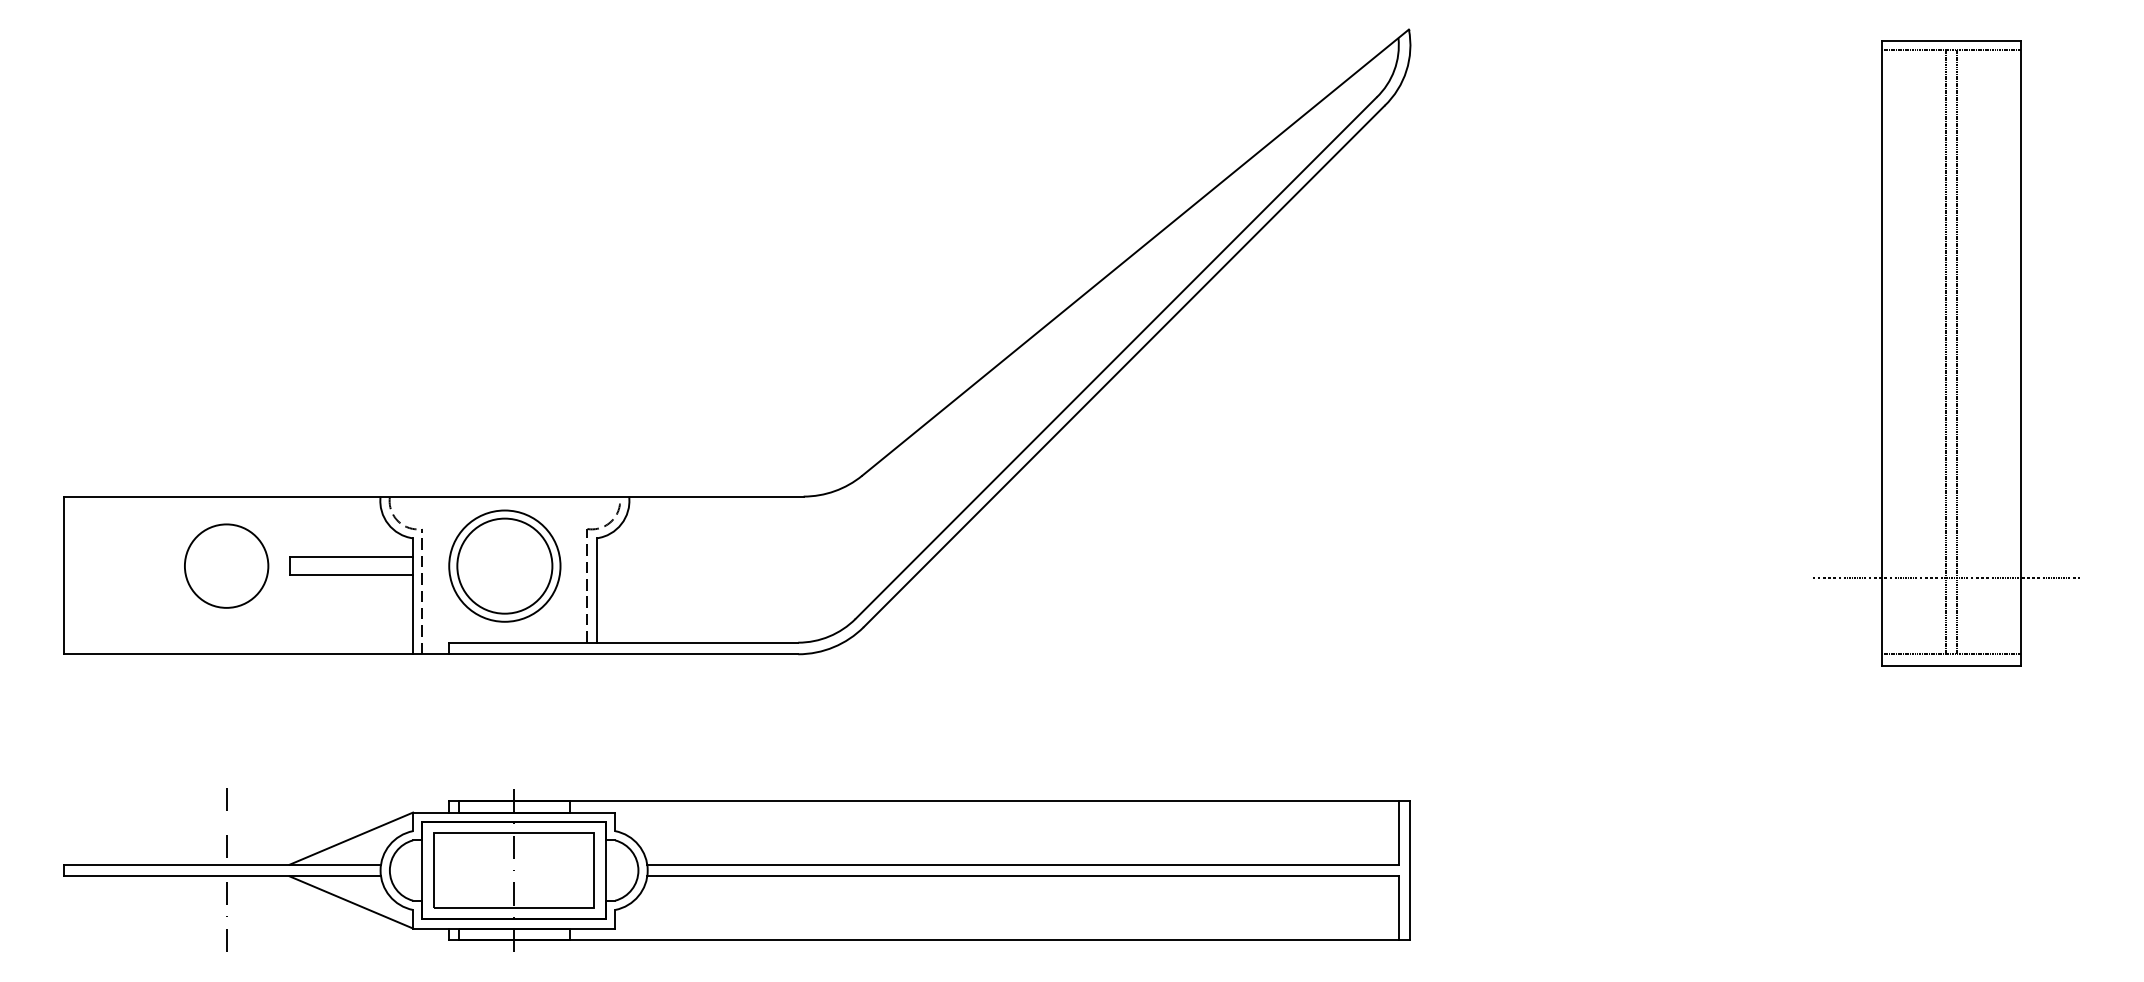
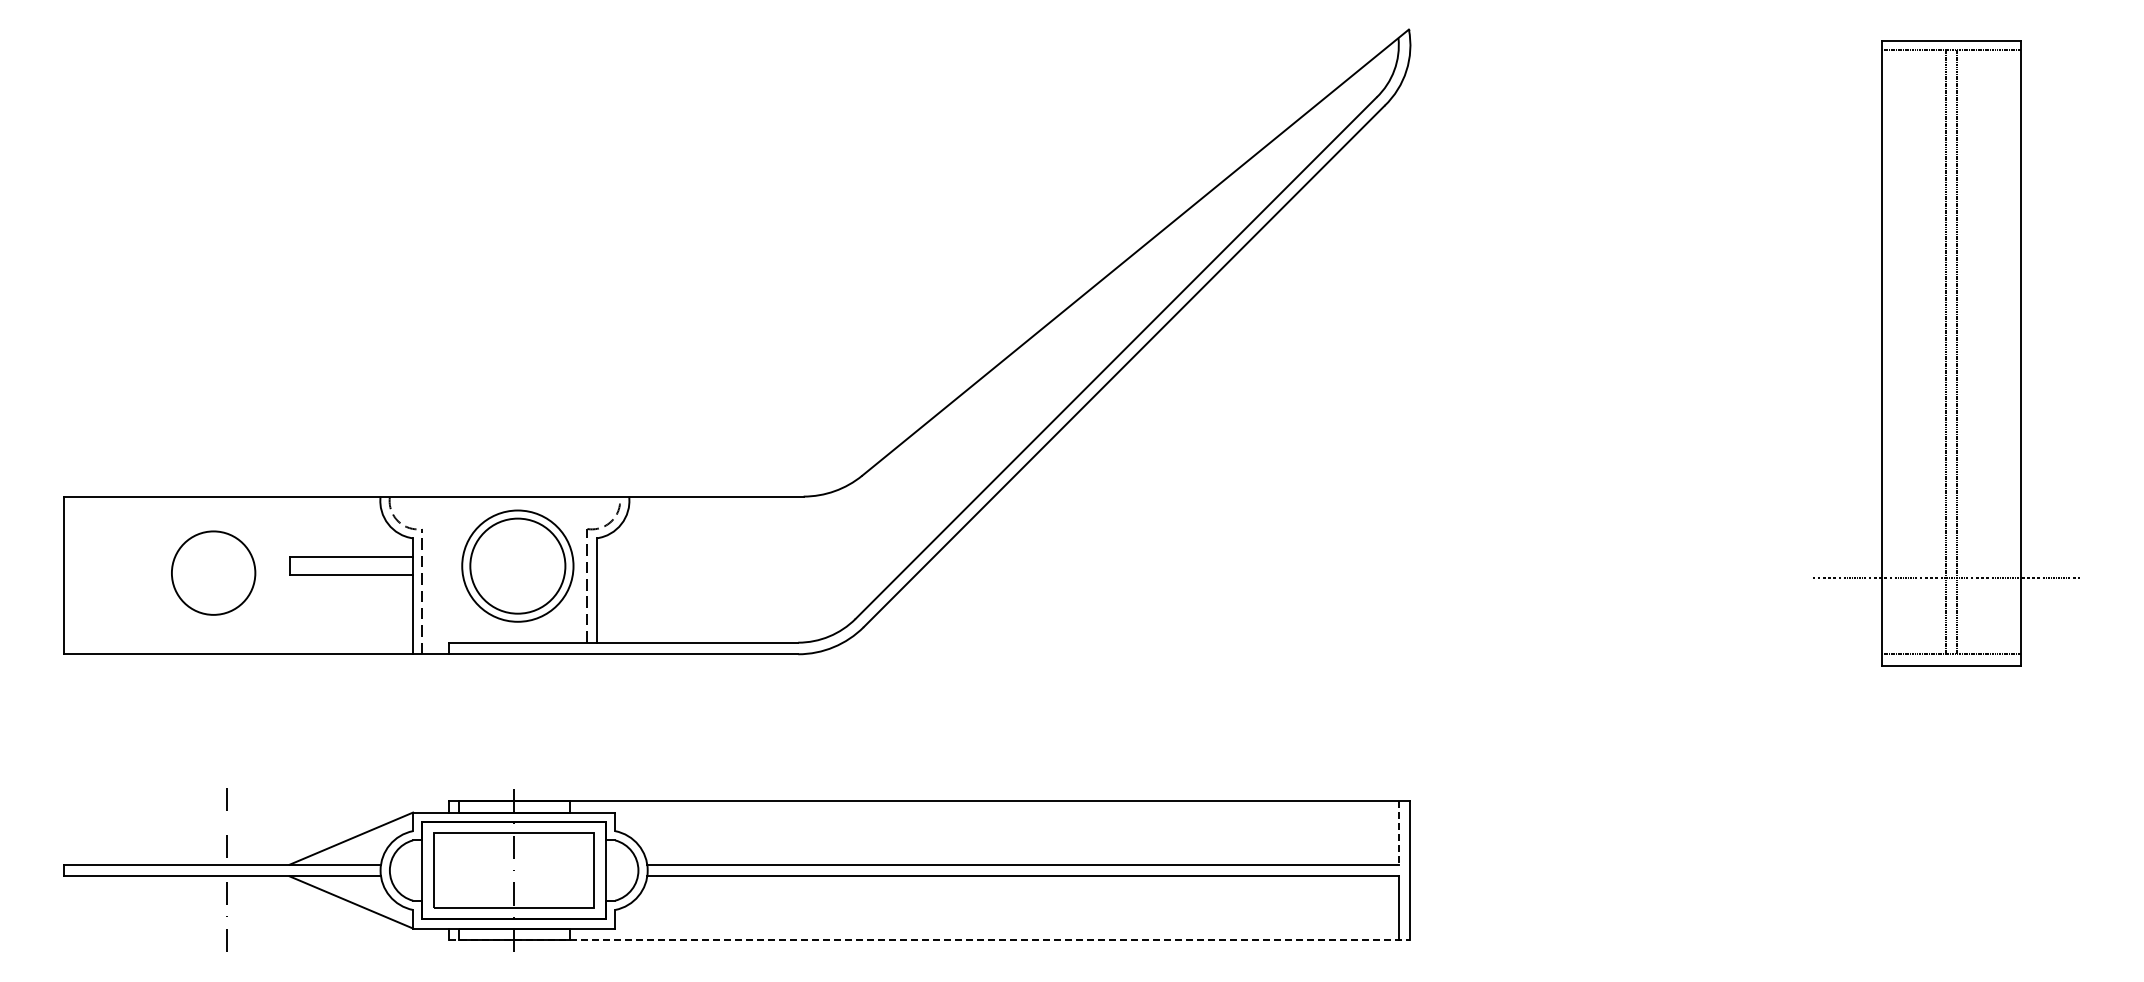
circle at (226, 565) position: (226, 565) -> (213, 572)
part at (504, 565) position: (504, 565) -> (517, 565)
line at (1398, 832): solid -> dashed
line at (930, 940): solid -> dashed
